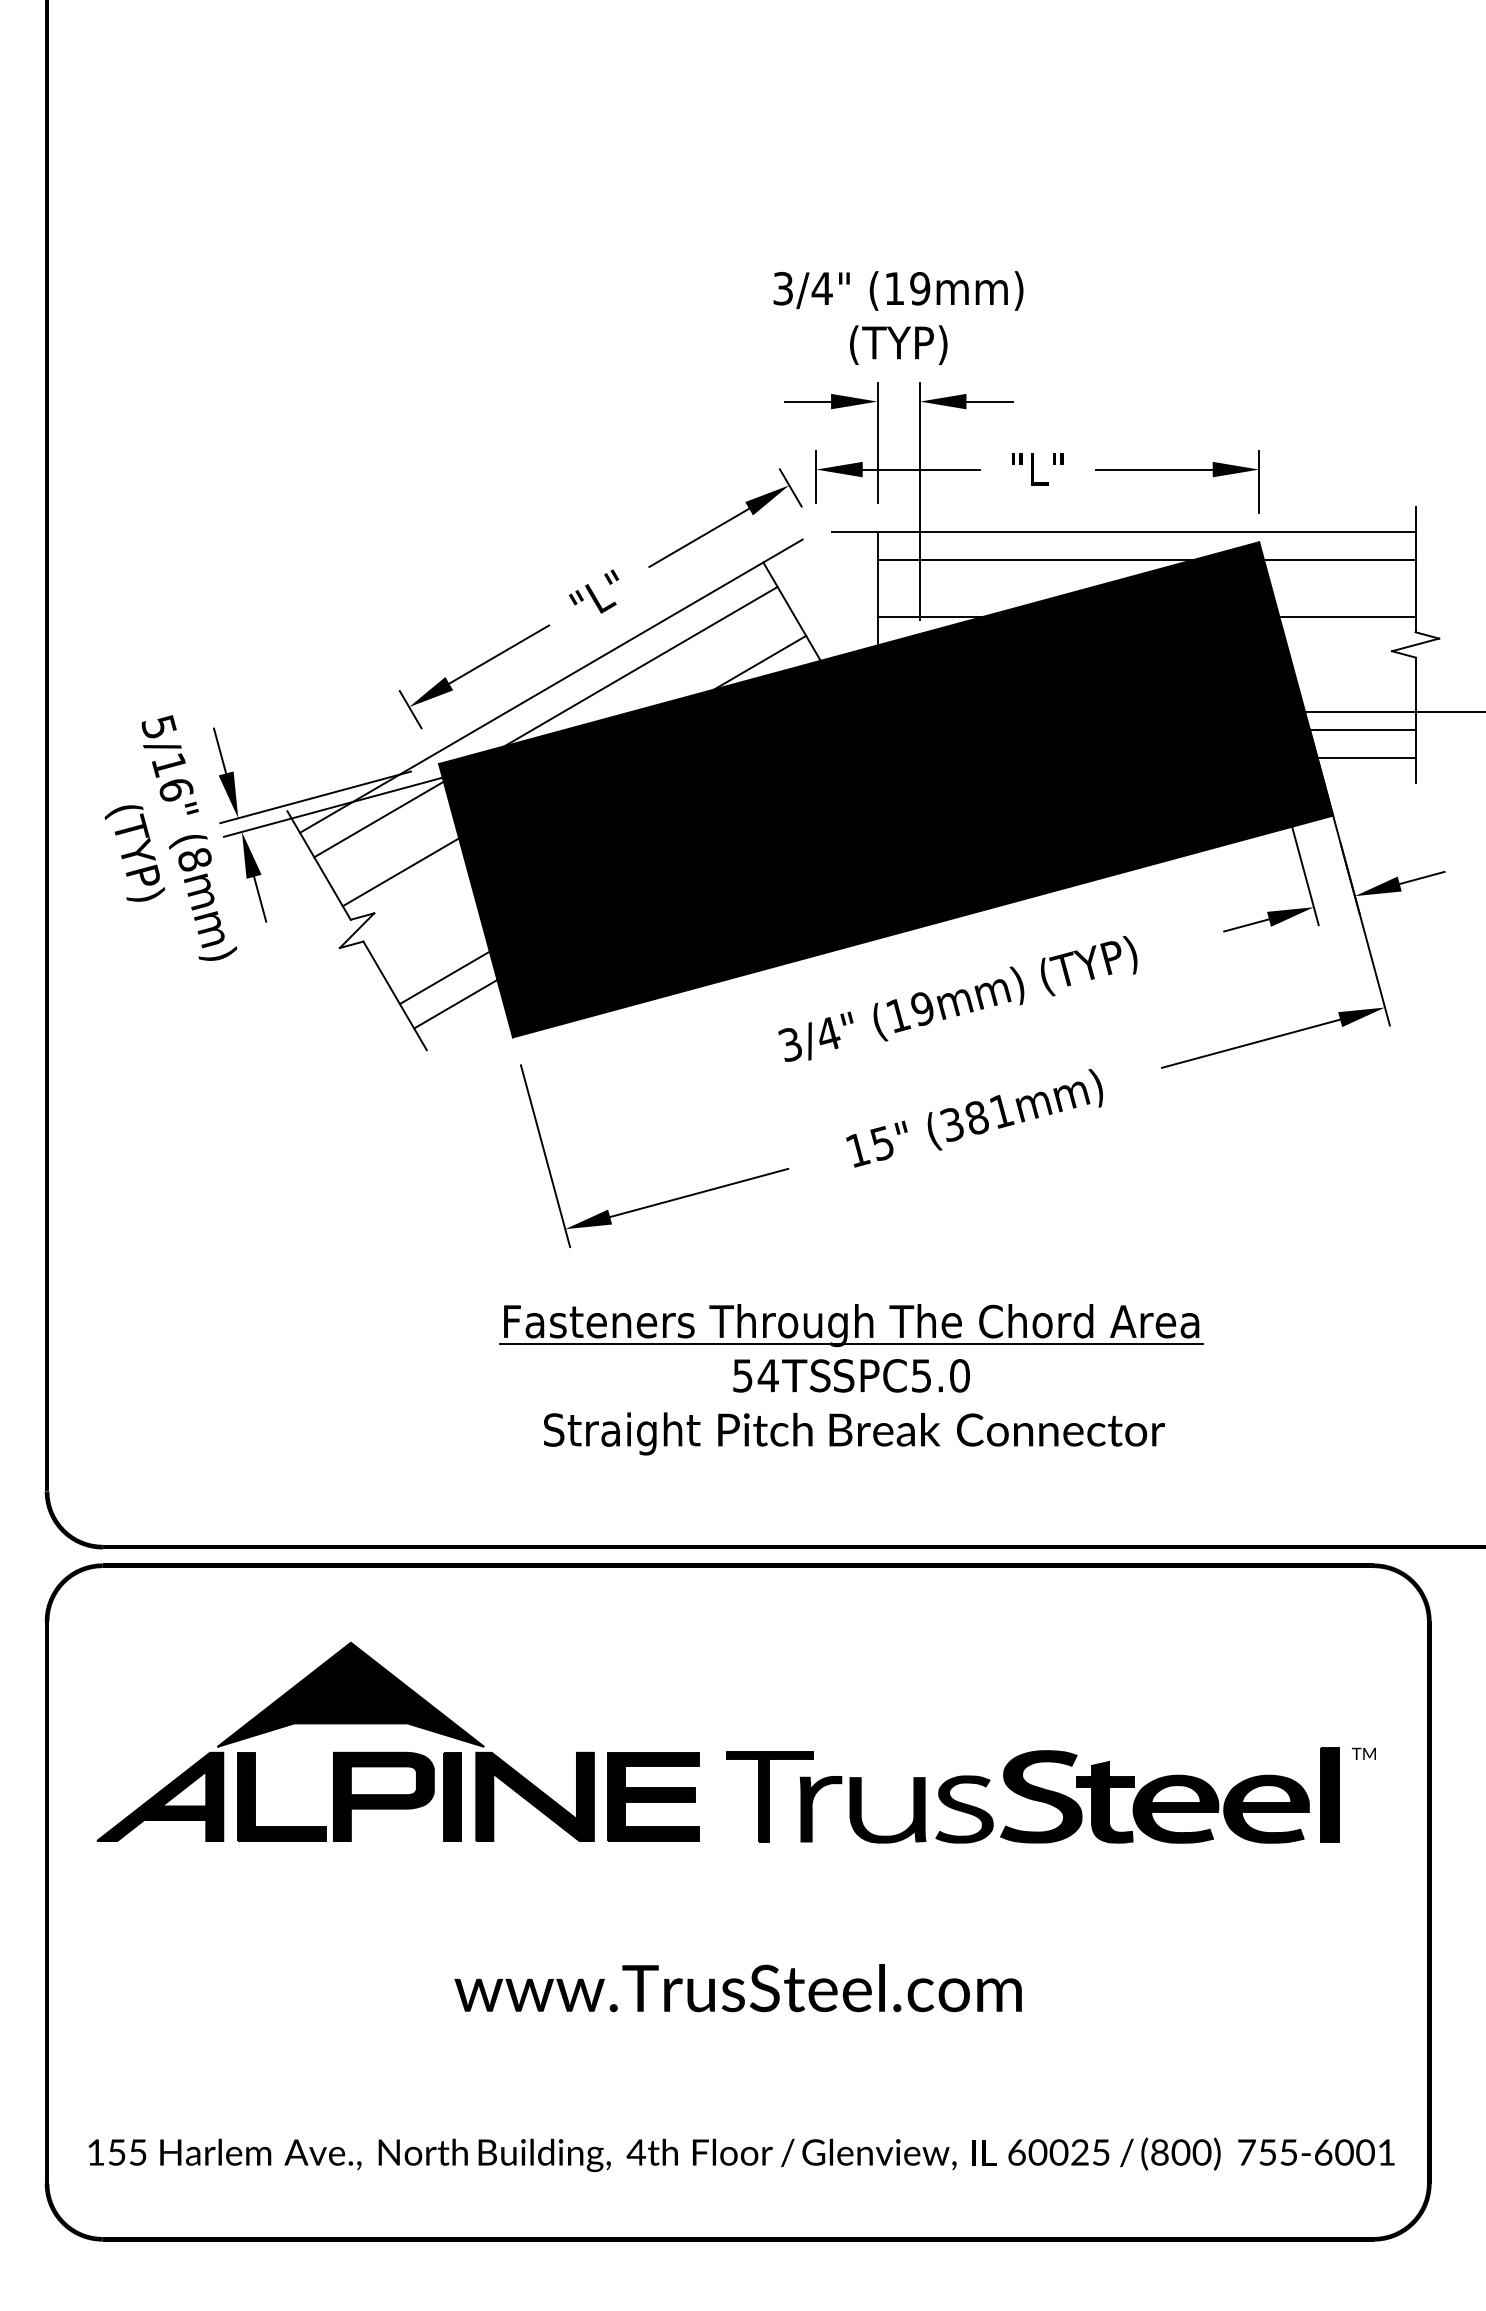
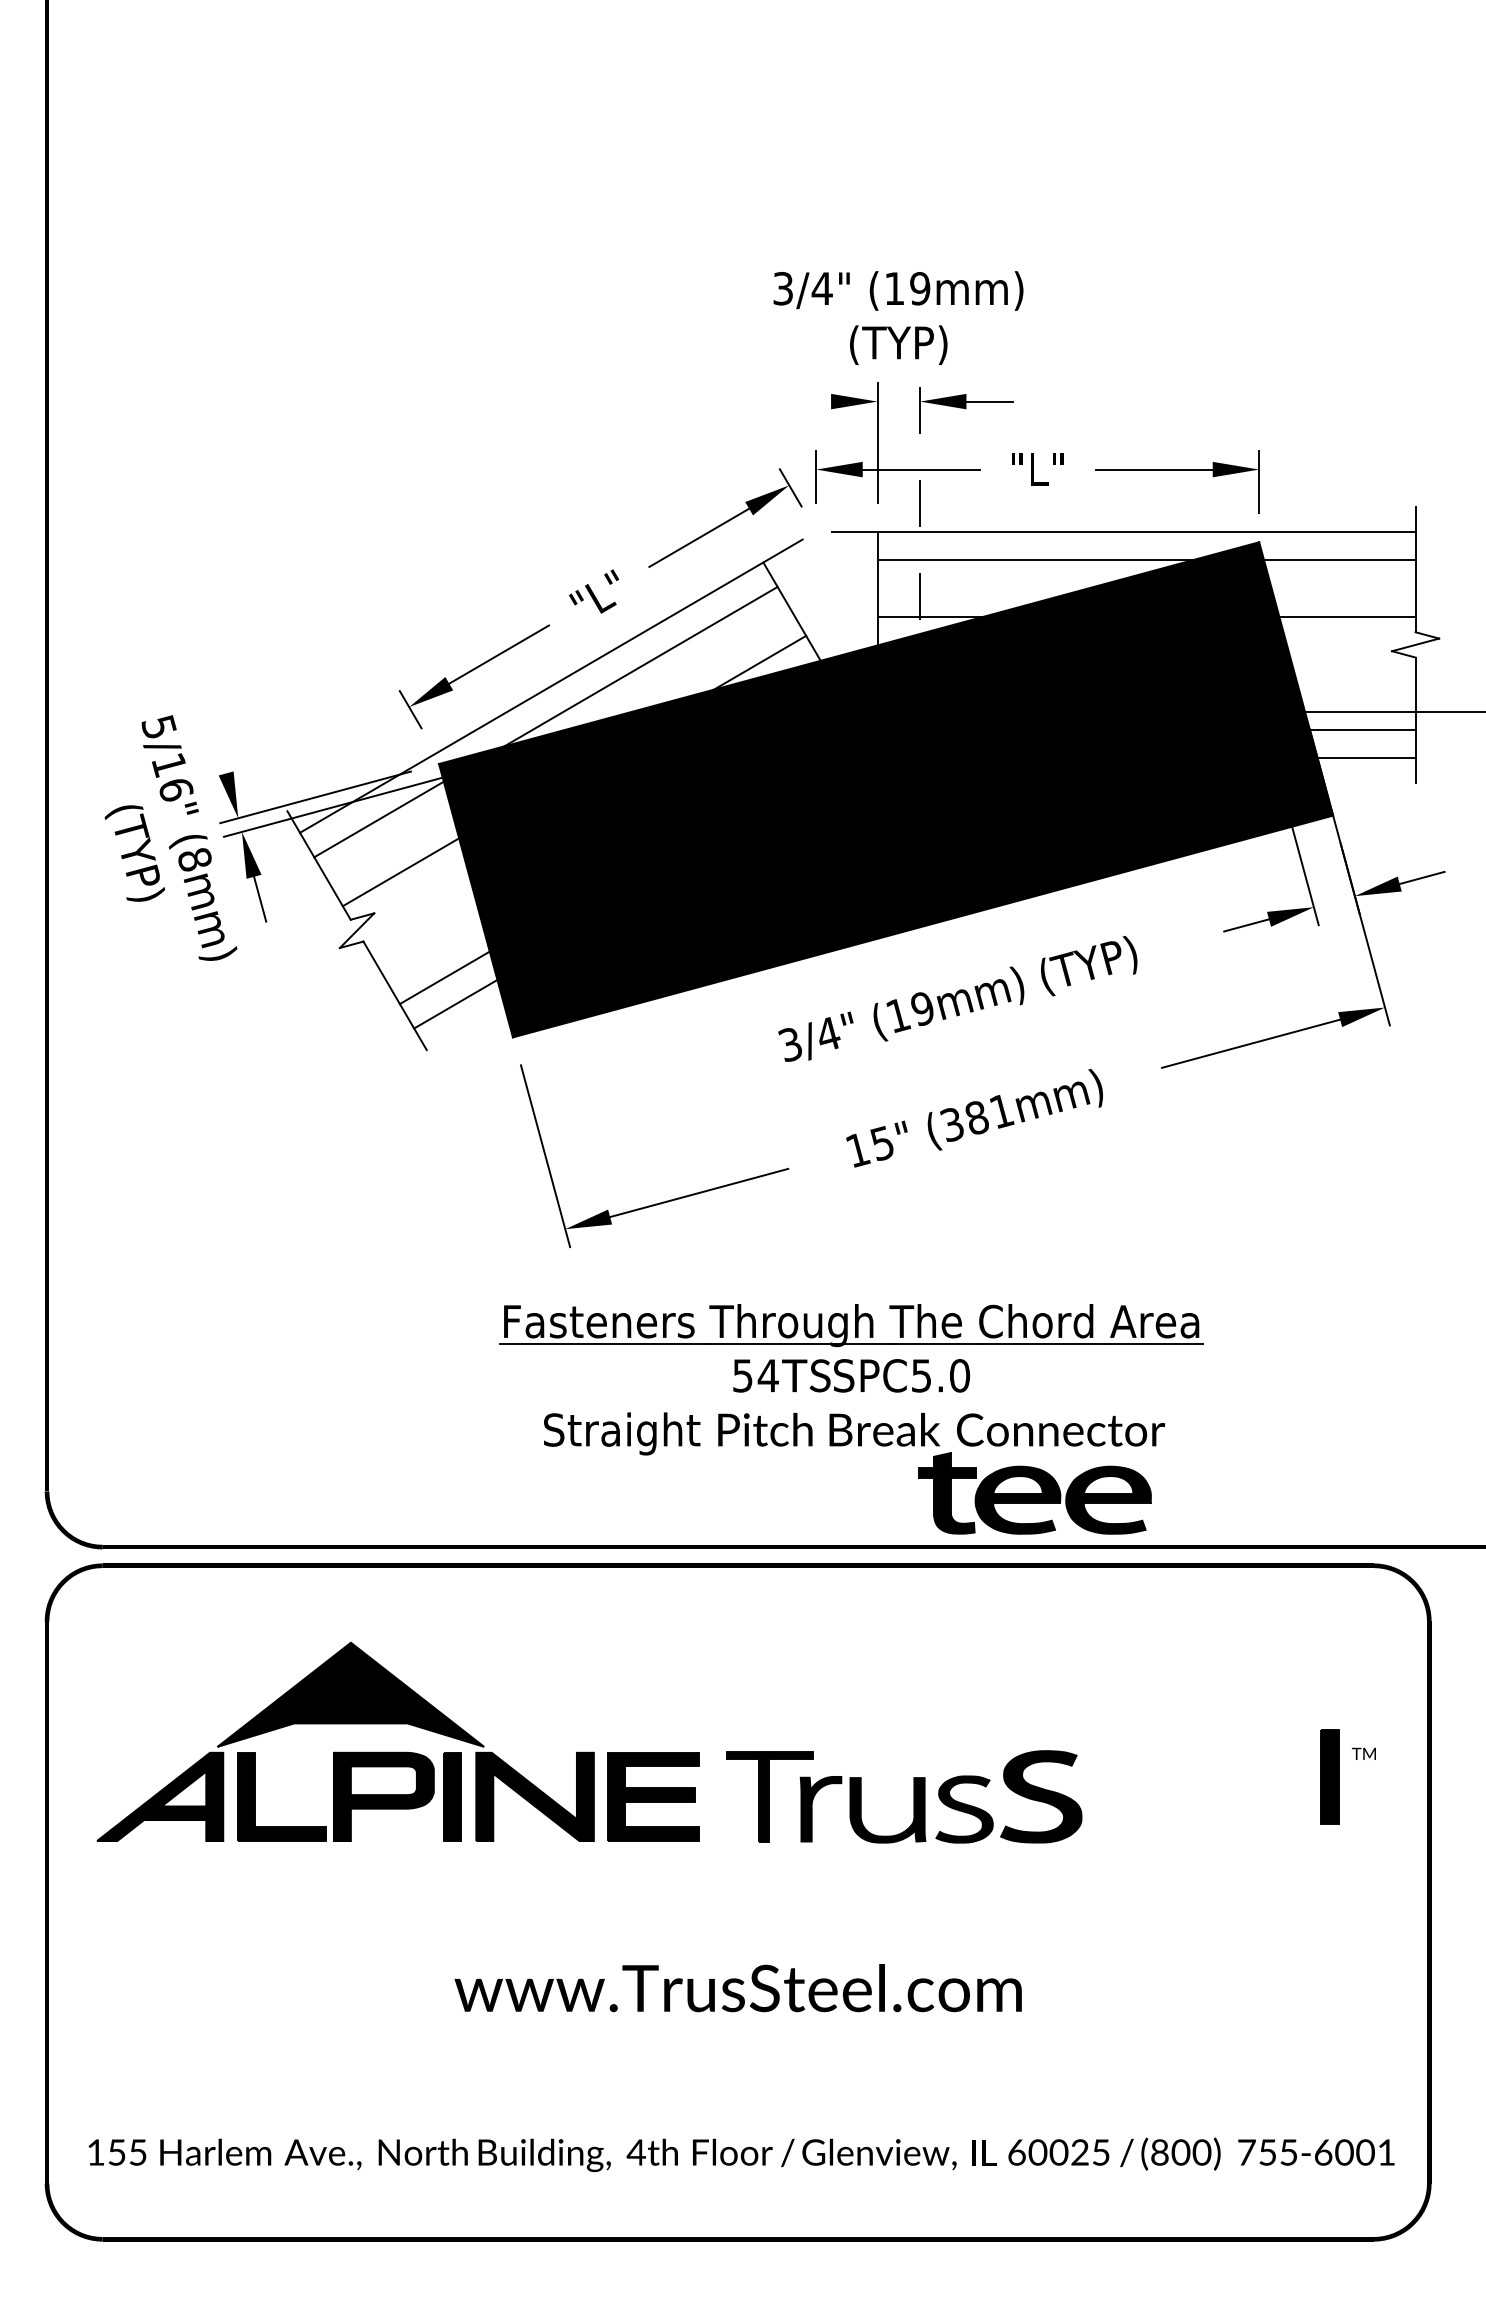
line at (807, 401): present -> none
line at (920, 500): solid -> dashed
line at (220, 750): present -> none
part at (1329, 1794) position: (1329, 1794) -> (1329, 1776)
part at (1192, 1802) position: (1192, 1802) -> (1034, 1493)
